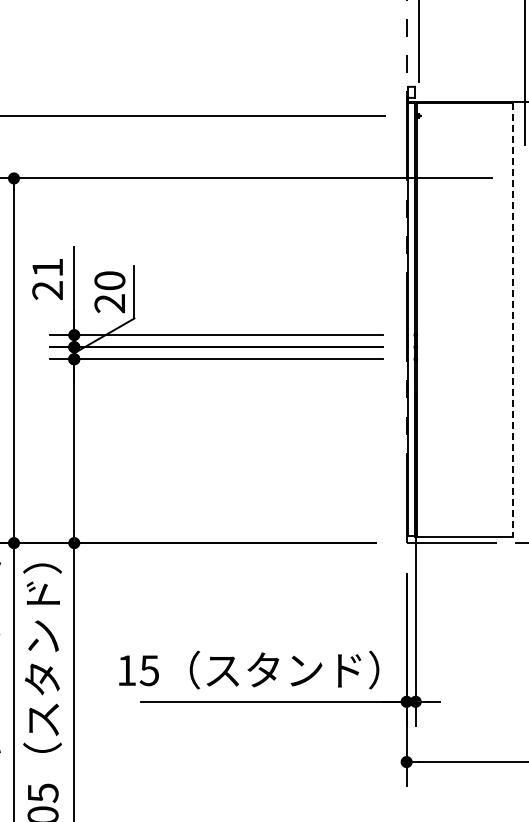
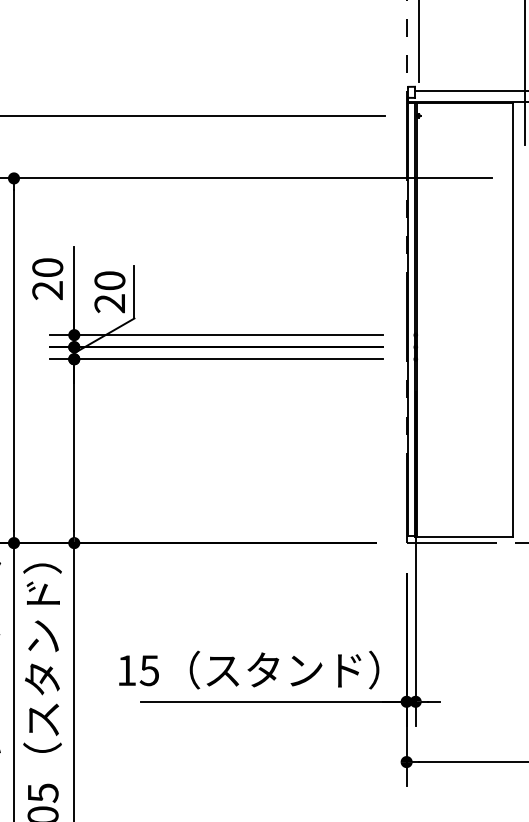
line at (470, 91): none -> present
text at (47, 267): 21 -> 20
line at (512, 320): dashed -> solid
